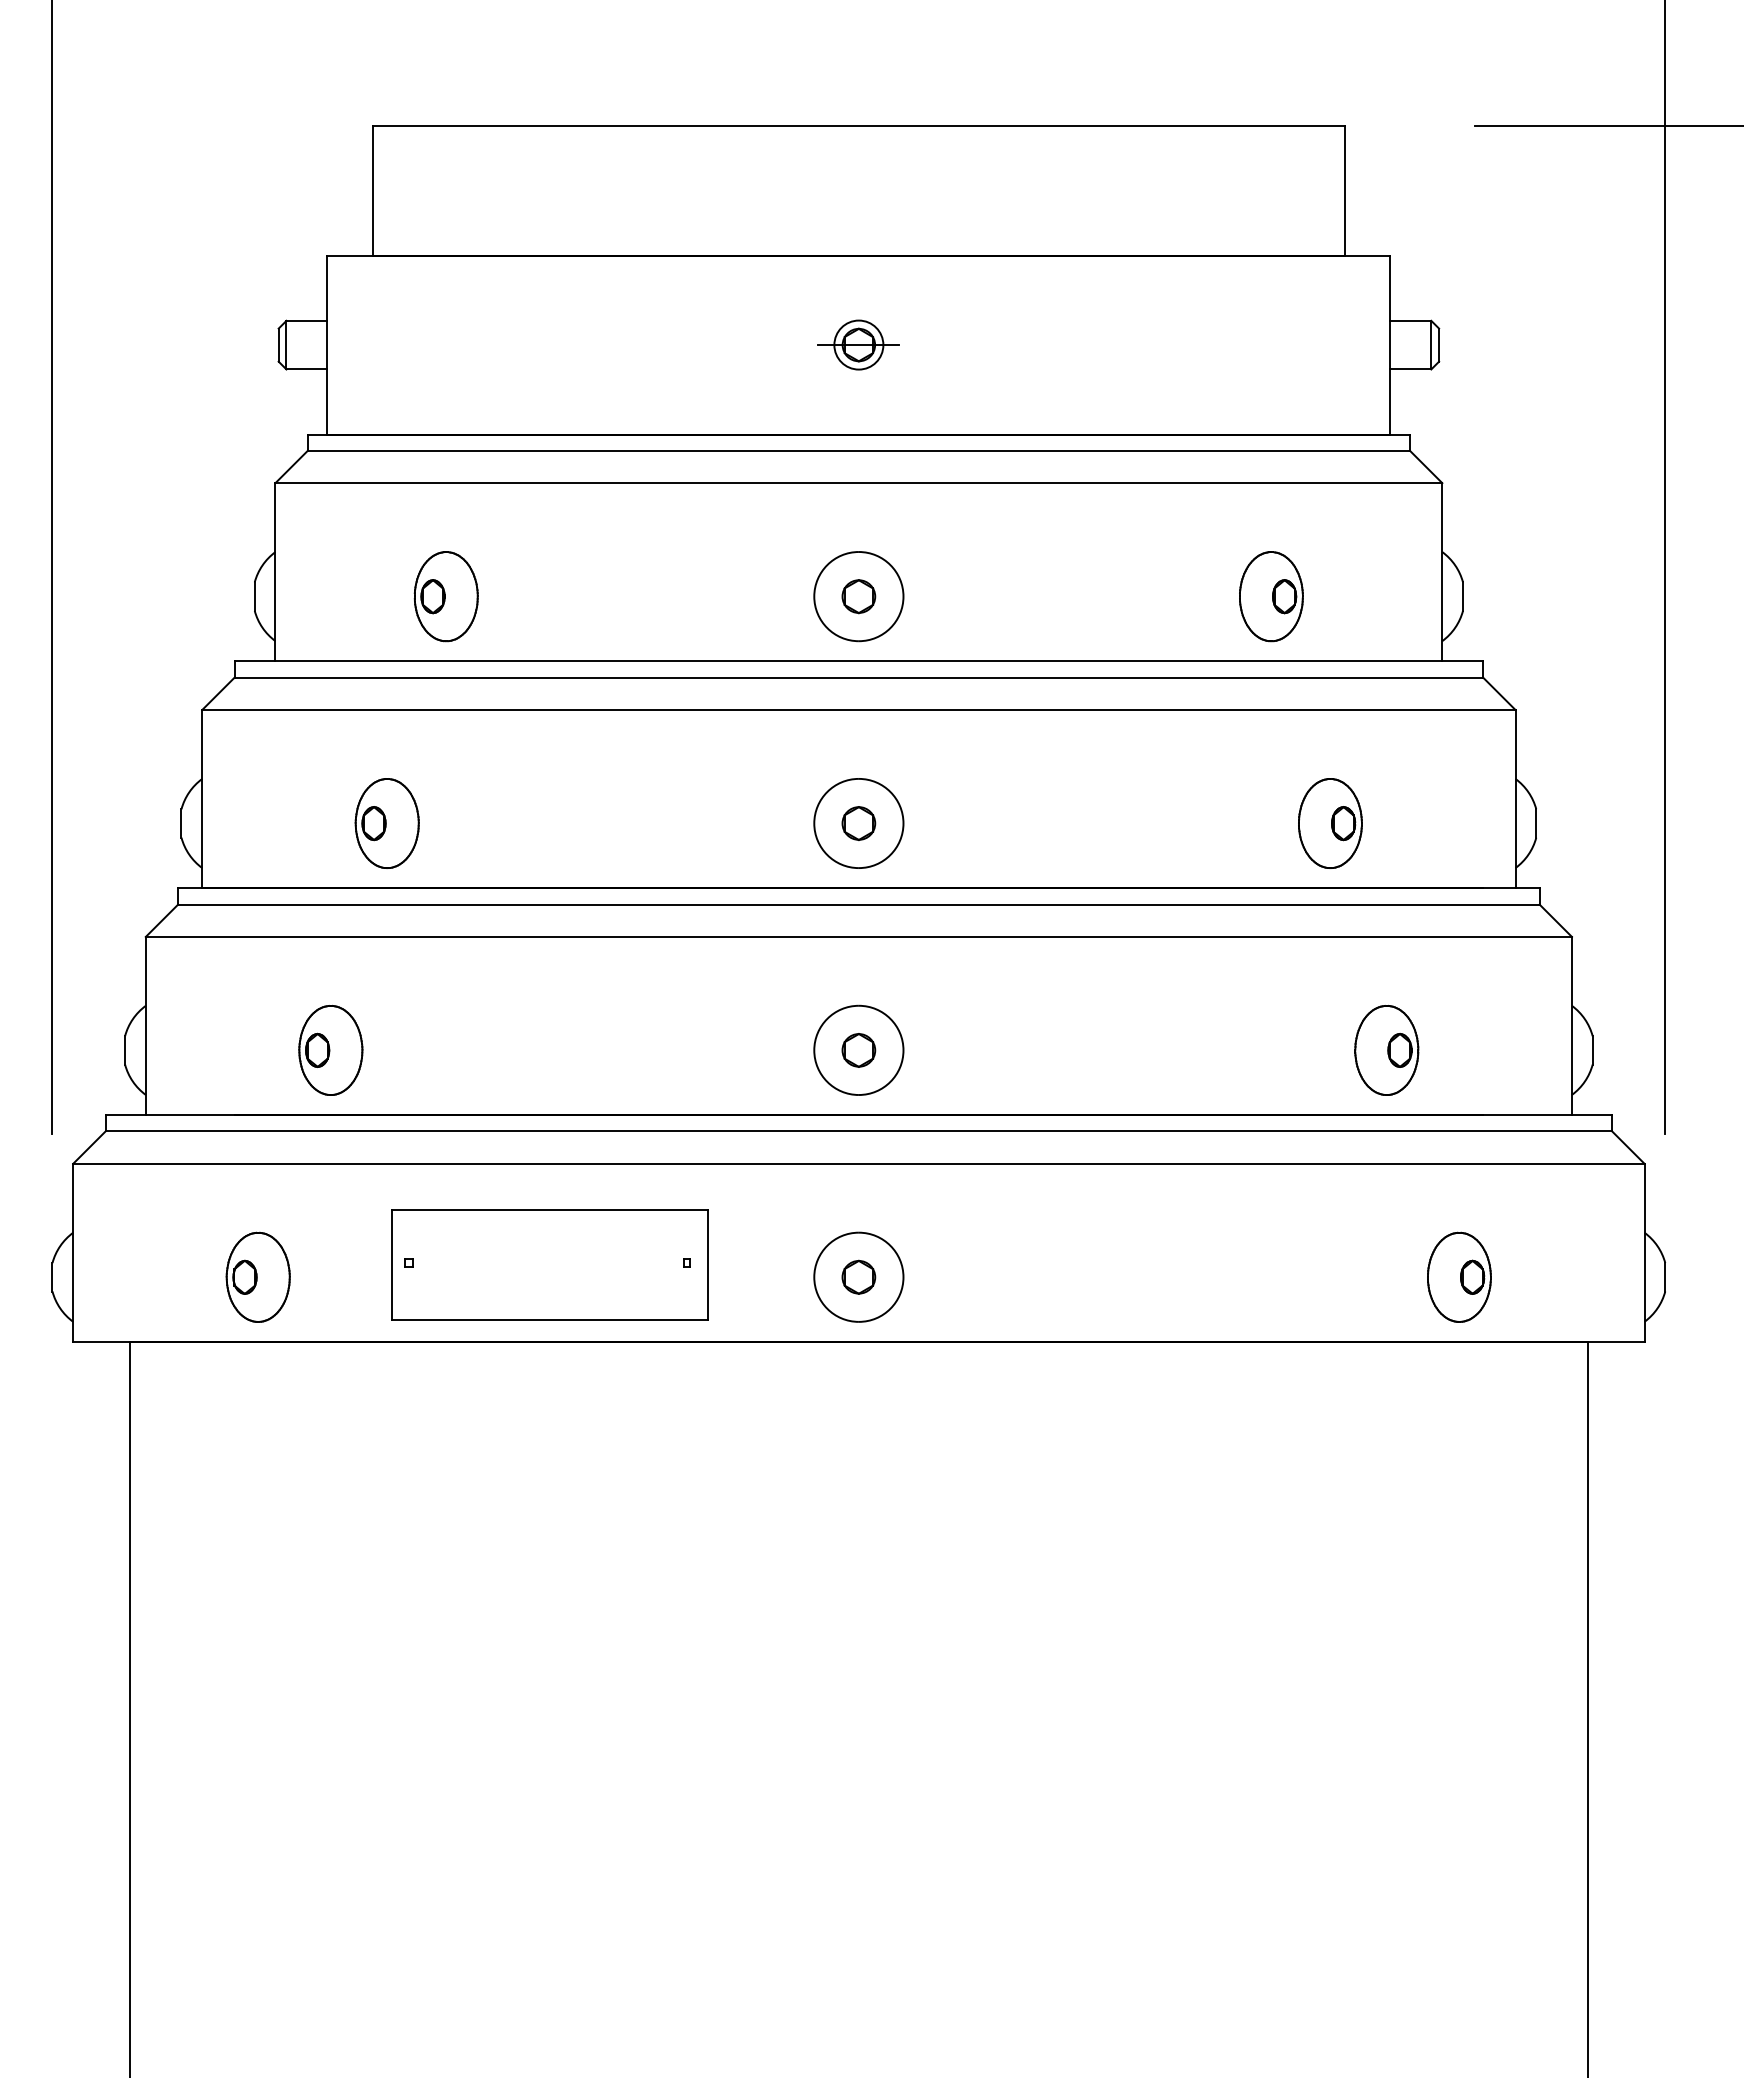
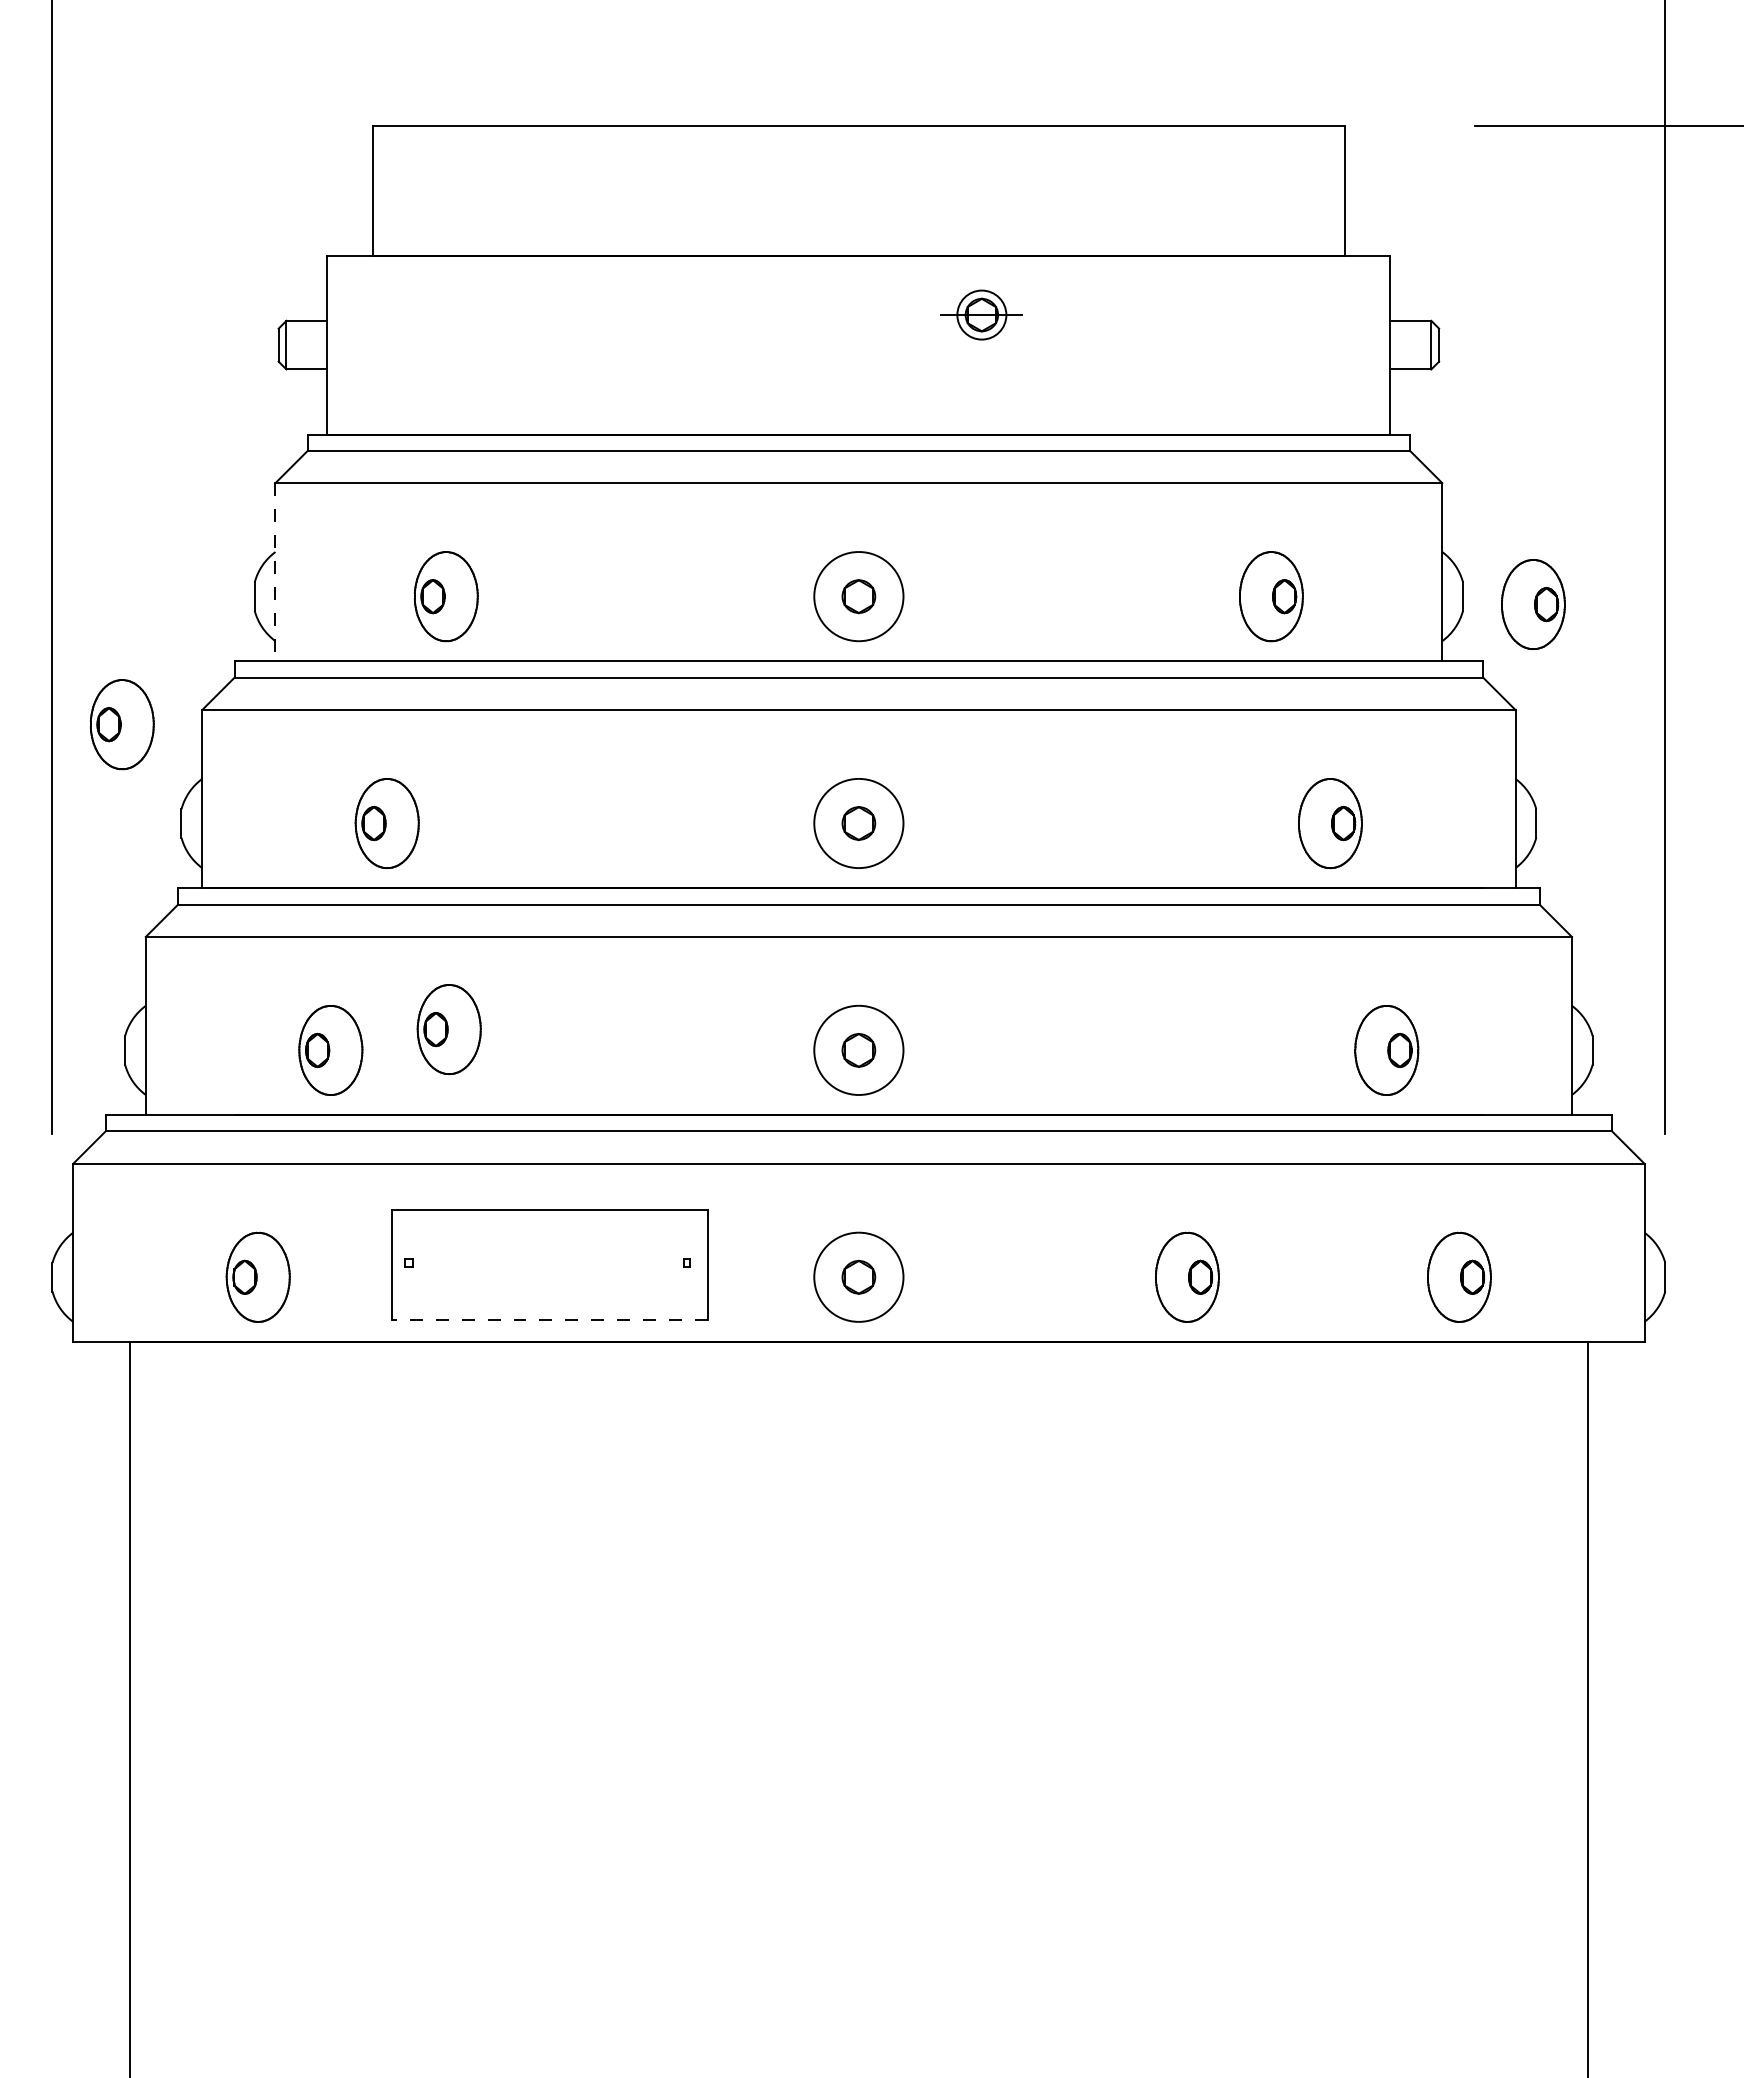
part at (858, 344) position: (858, 344) -> (981, 314)
line at (275, 572): solid -> dashed
part at (1533, 604): none -> present
part at (121, 724): none -> present
part at (448, 1029): none -> present
part at (1187, 1276): none -> present
line at (549, 1320): solid -> dashed
